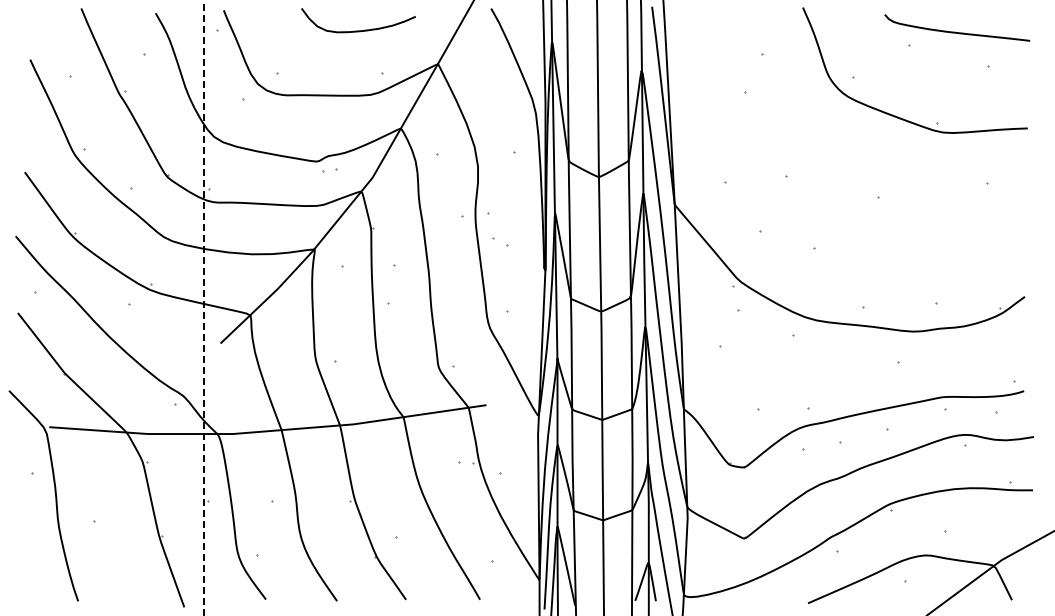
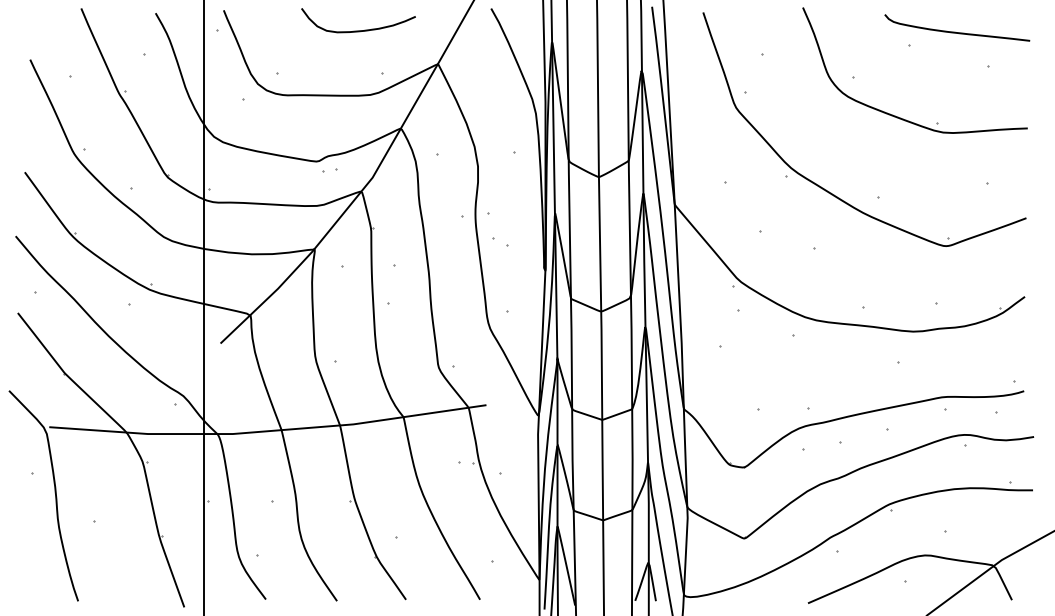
part at (826, 189): none -> present
line at (203, 307): dashed -> solid
